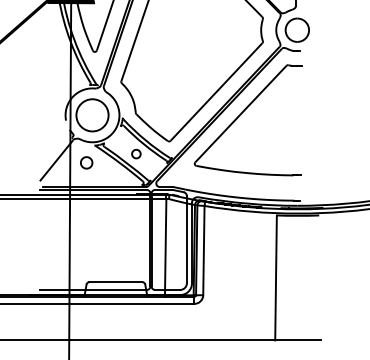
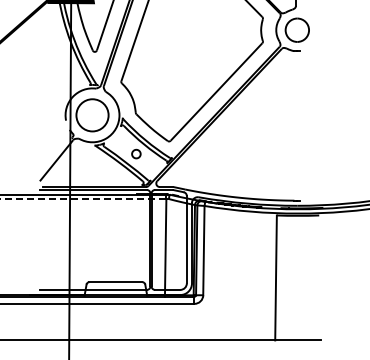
part at (241, 114): present -> none
part at (86, 162): present -> none
line at (83, 199): solid -> dashed
